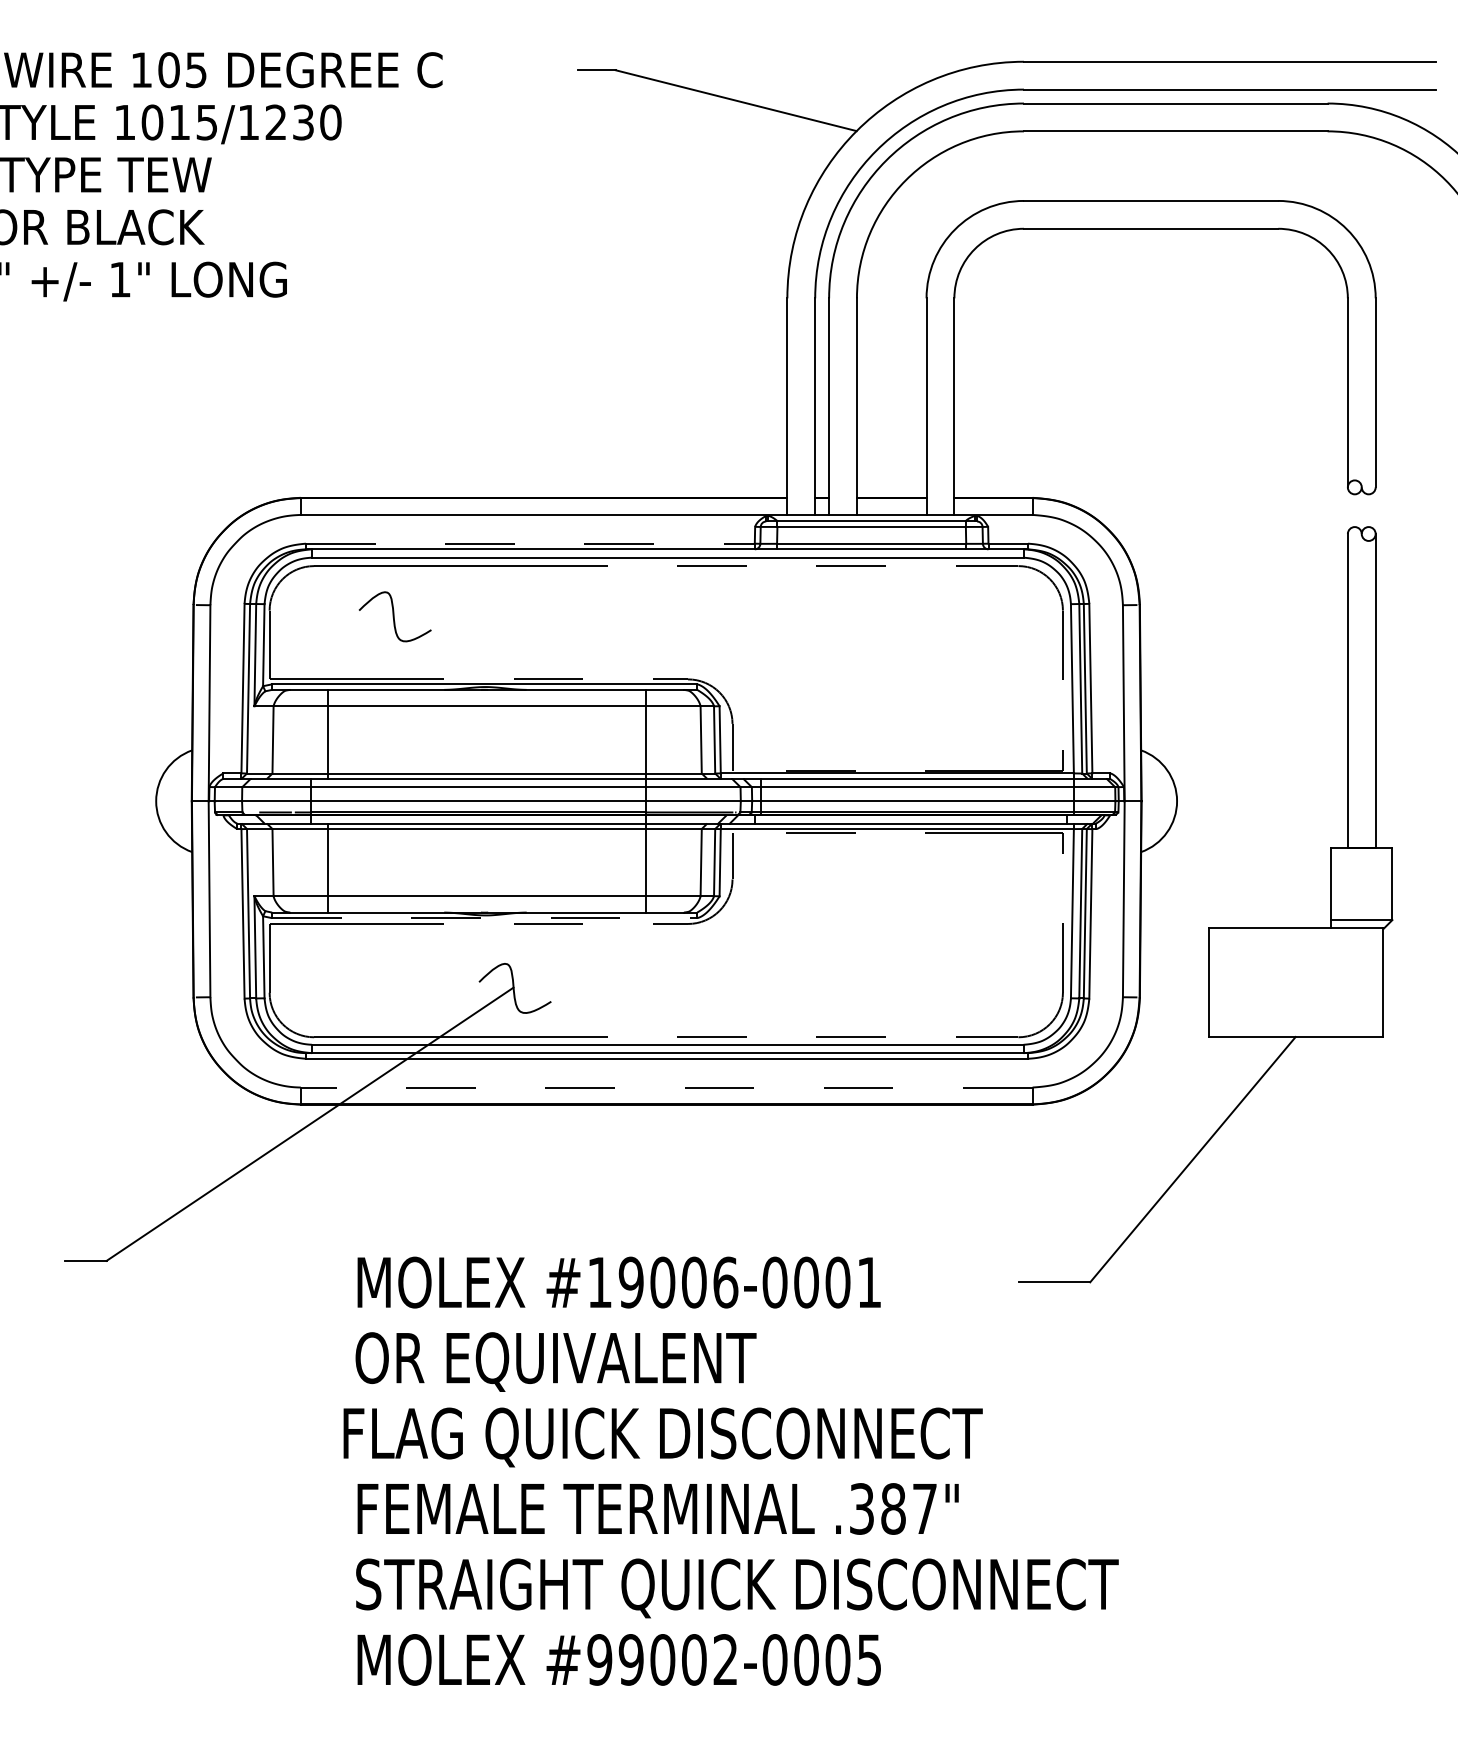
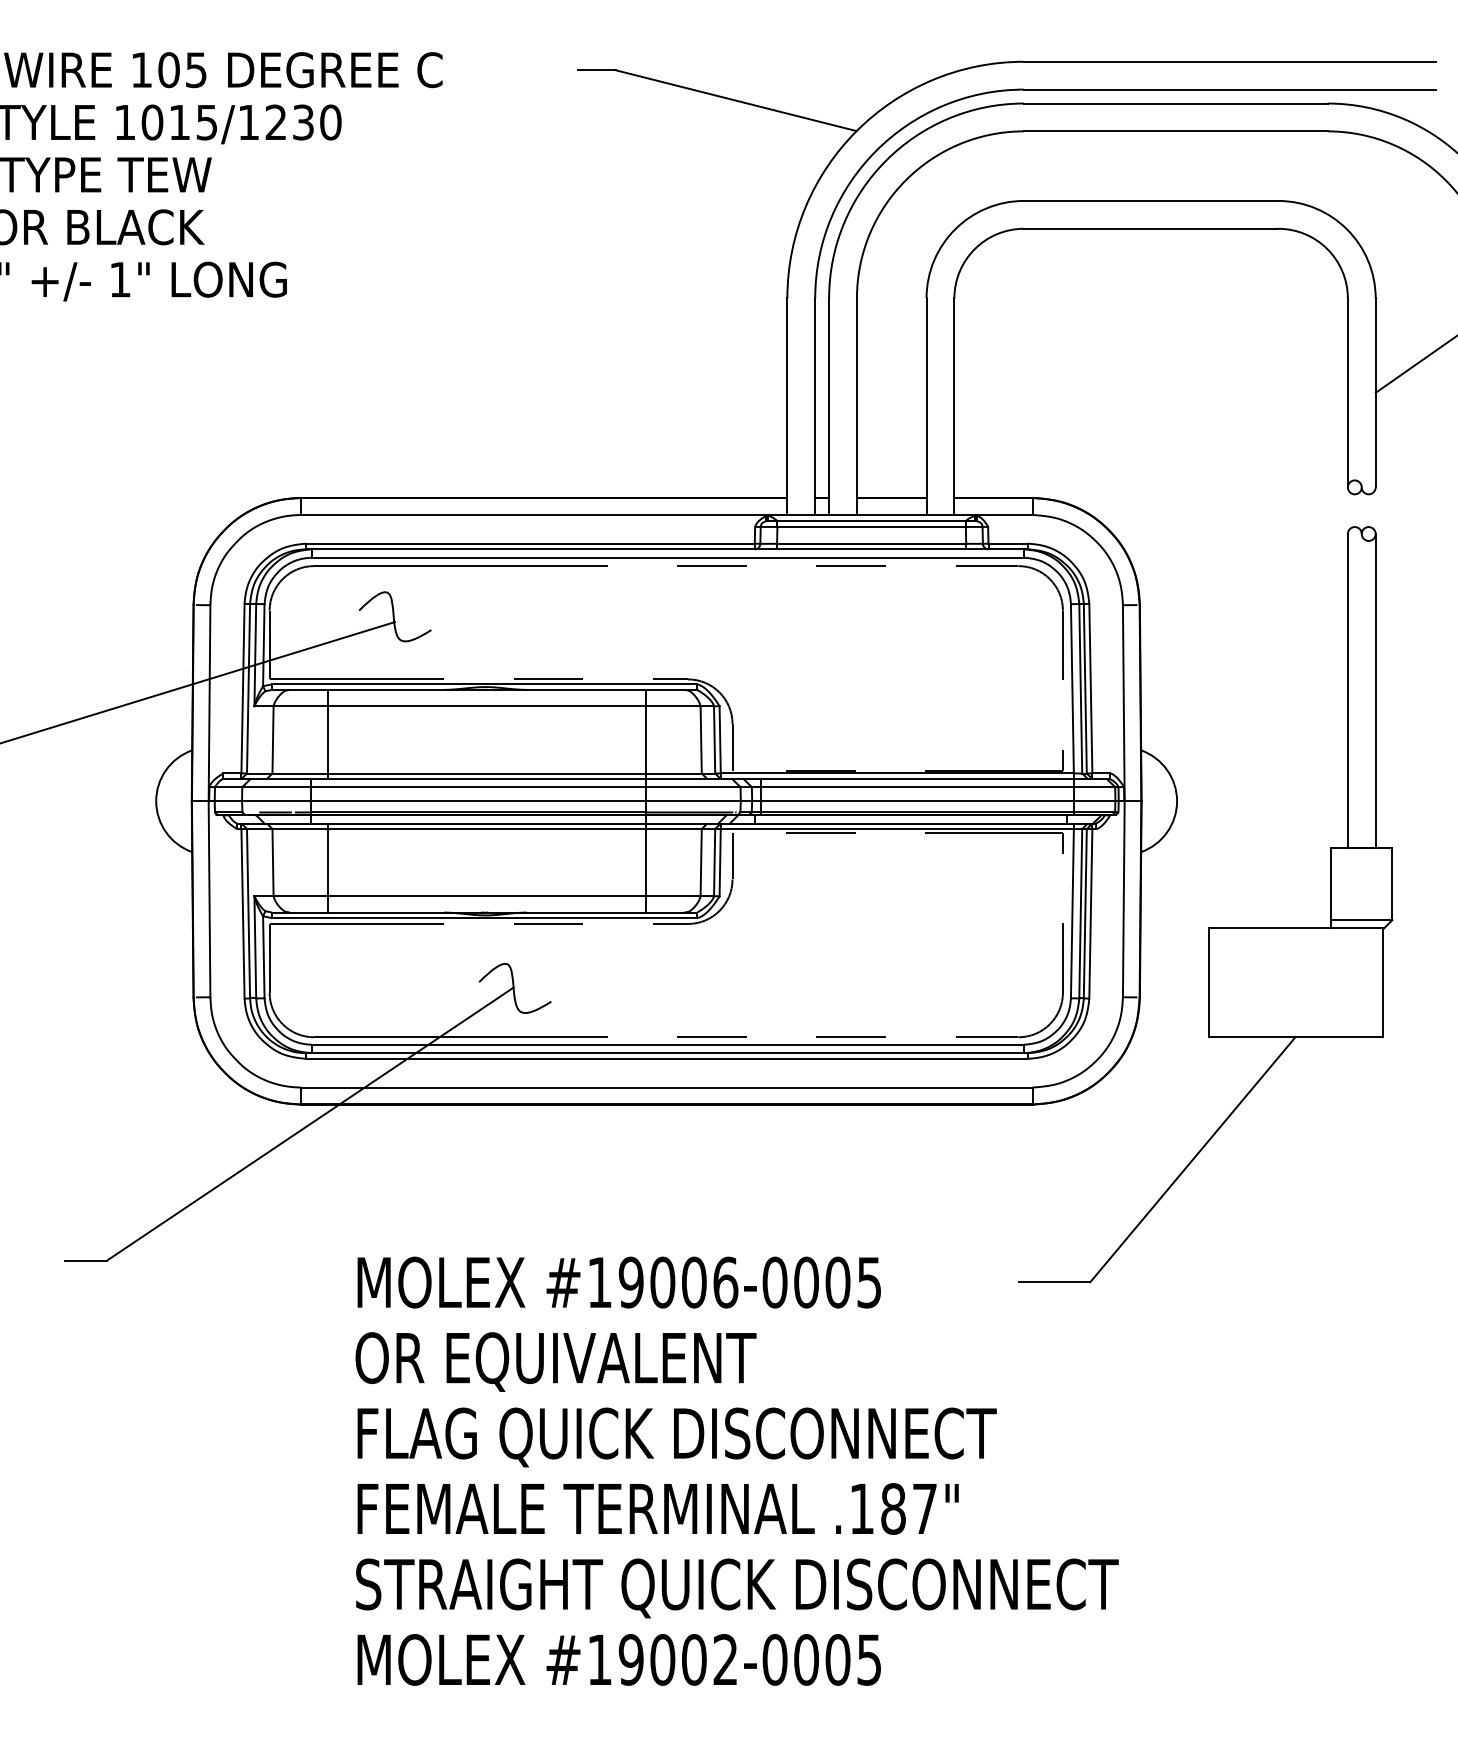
line at (1414, 364): none -> present
line at (530, 543): dashed -> solid
line at (198, 682): none -> present
line at (484, 918): dashed -> solid
line at (666, 1087): dashed -> solid
text at (868, 1282): #19006-0001 -> #19006-0005
text at (662, 1437) position: (662, 1437) -> (676, 1437)
text at (861, 1508): .387" -> .187"
text at (599, 1659): #99002-0005 -> #19002-0005
